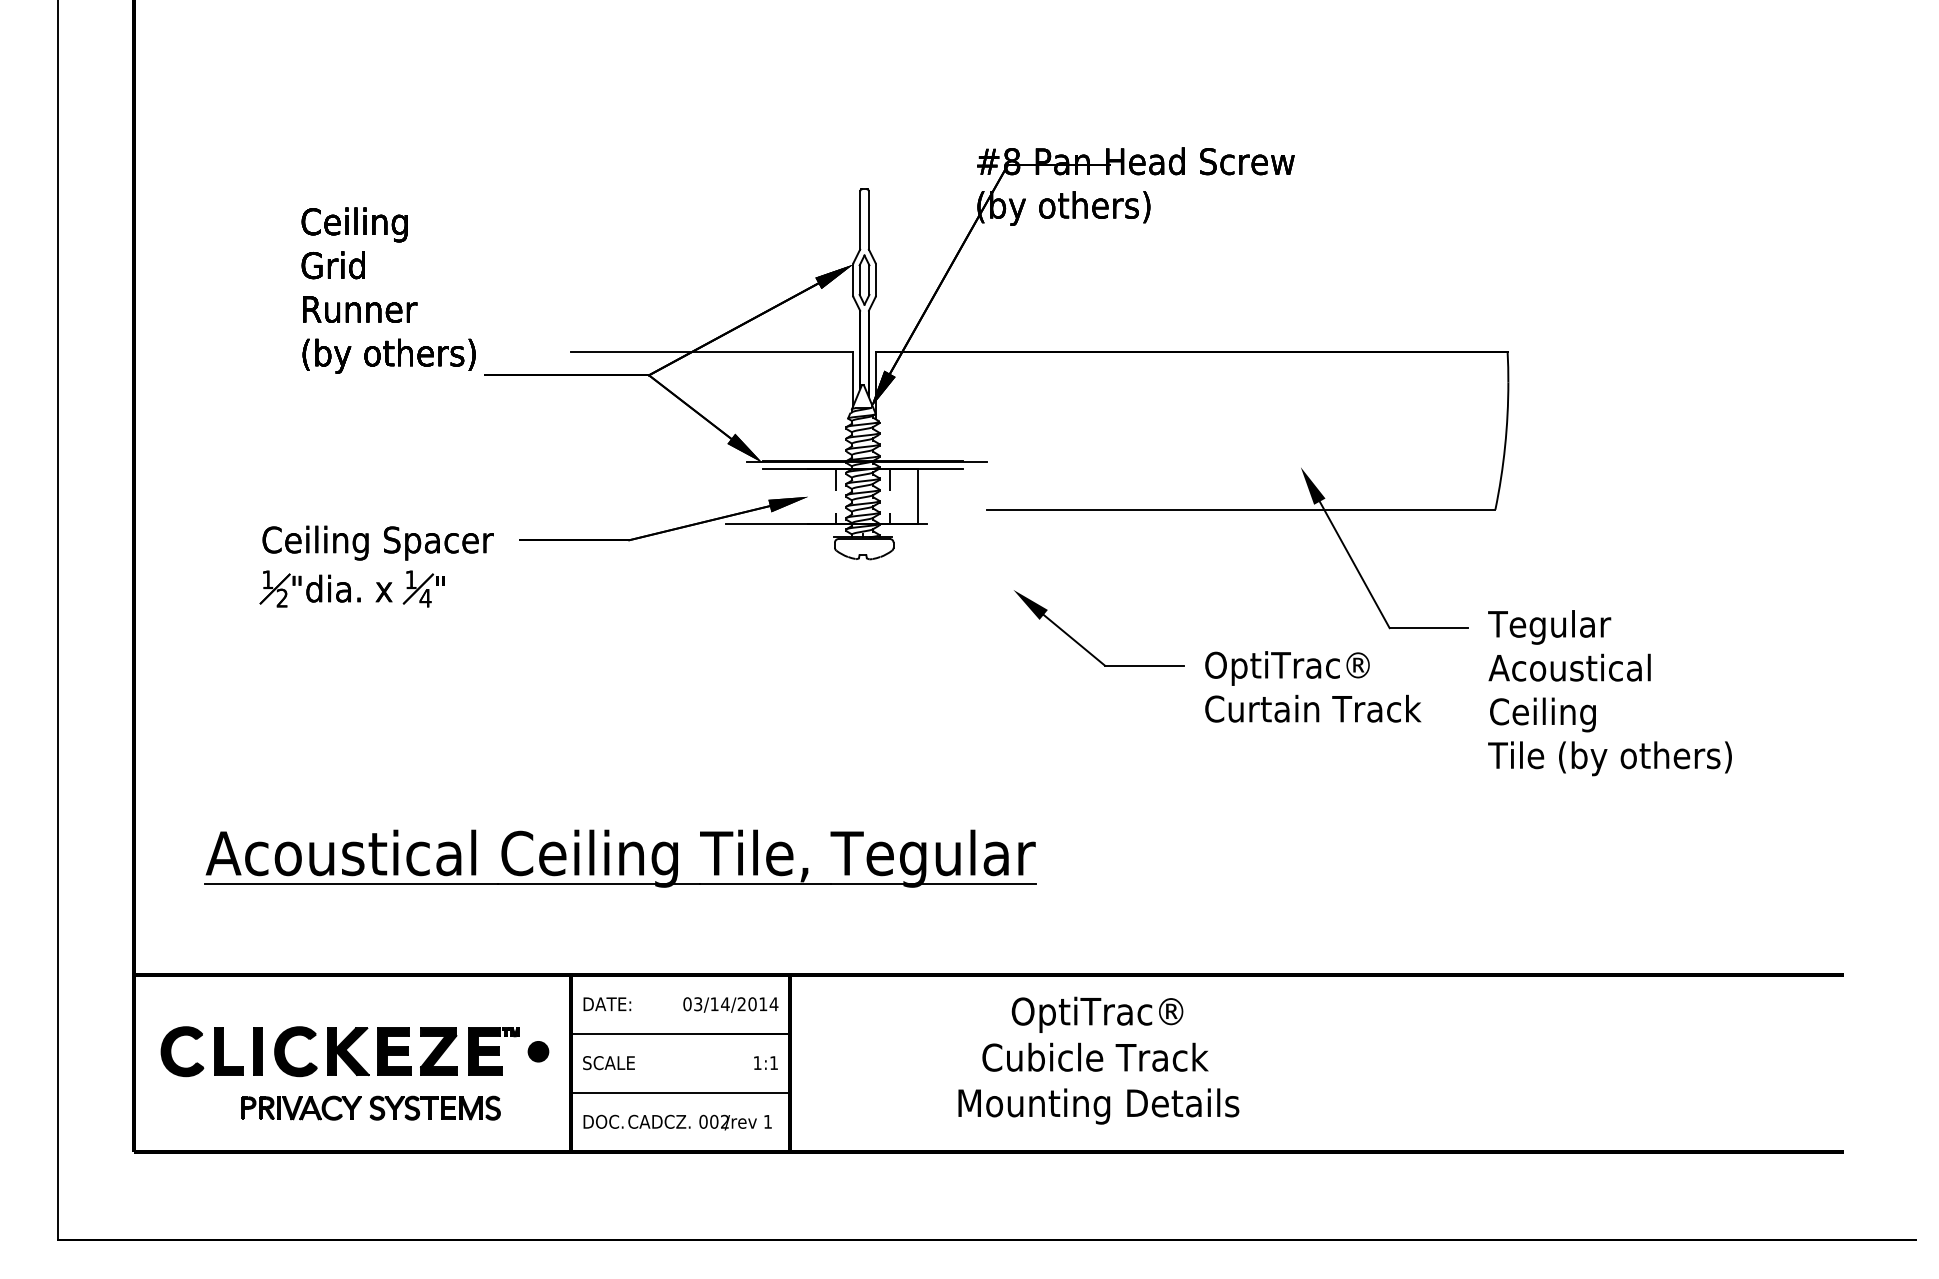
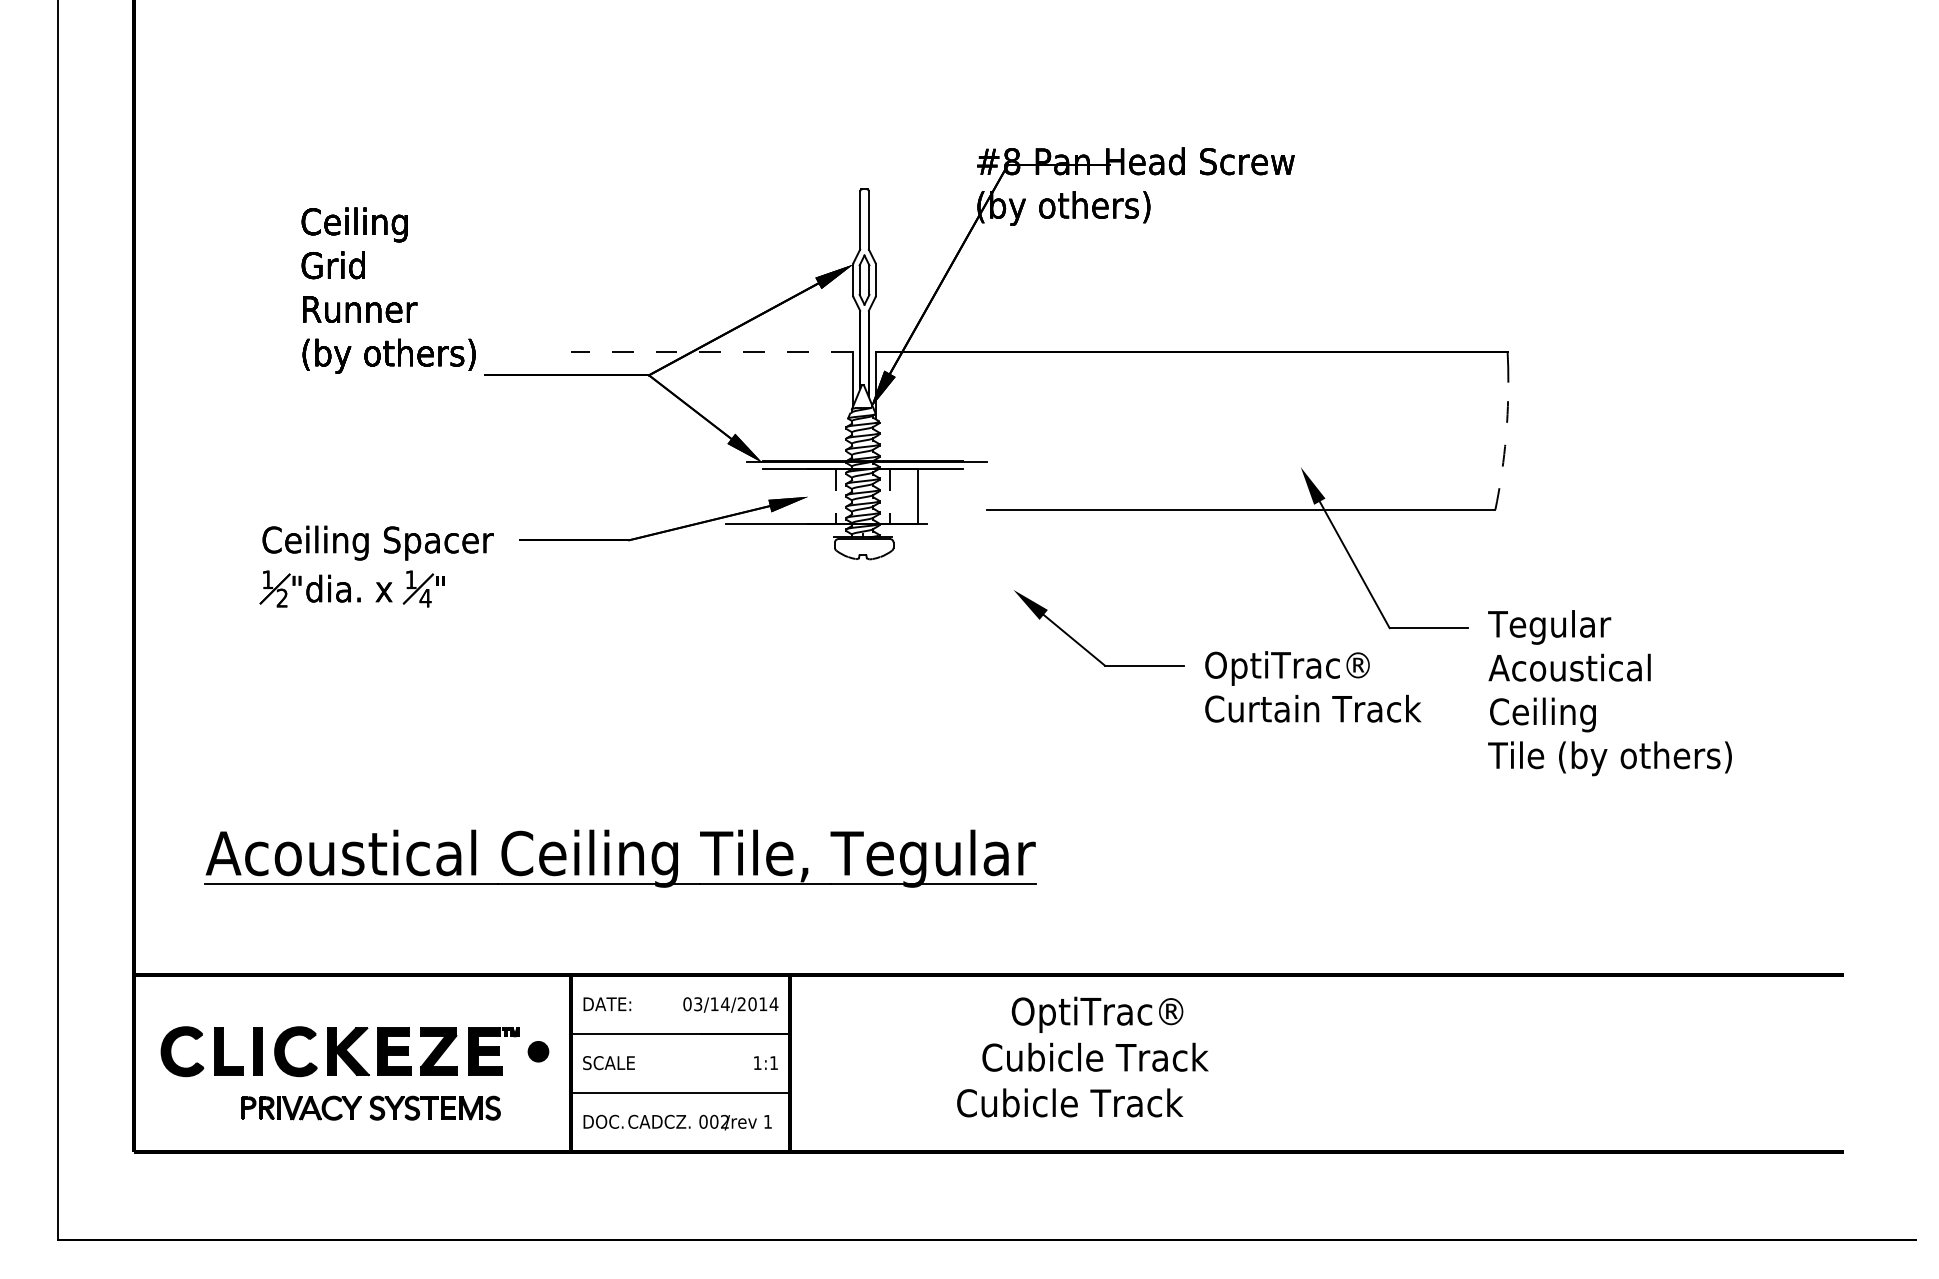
line at (711, 352): solid -> dashed
arc at (1505, 446): solid -> dashed
text at (1098, 1106): Mounting Details -> Cubicle Track
